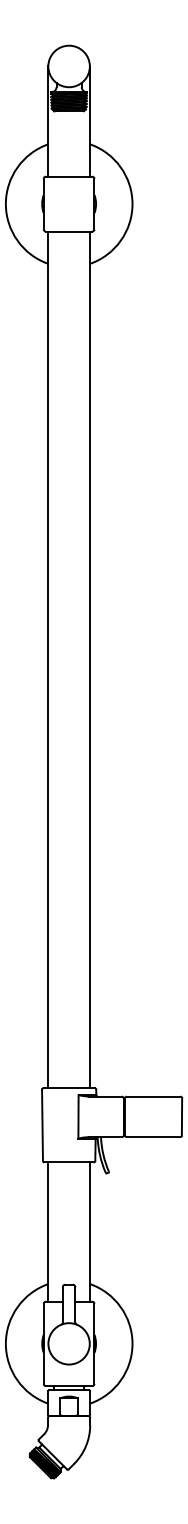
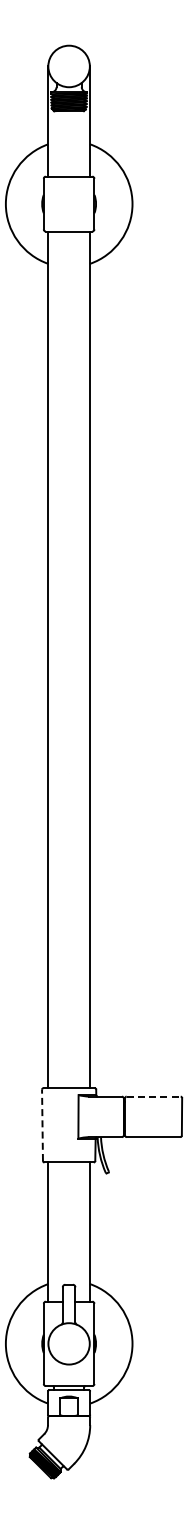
line at (153, 1096): solid -> dashed
line at (42, 1125): solid -> dashed
